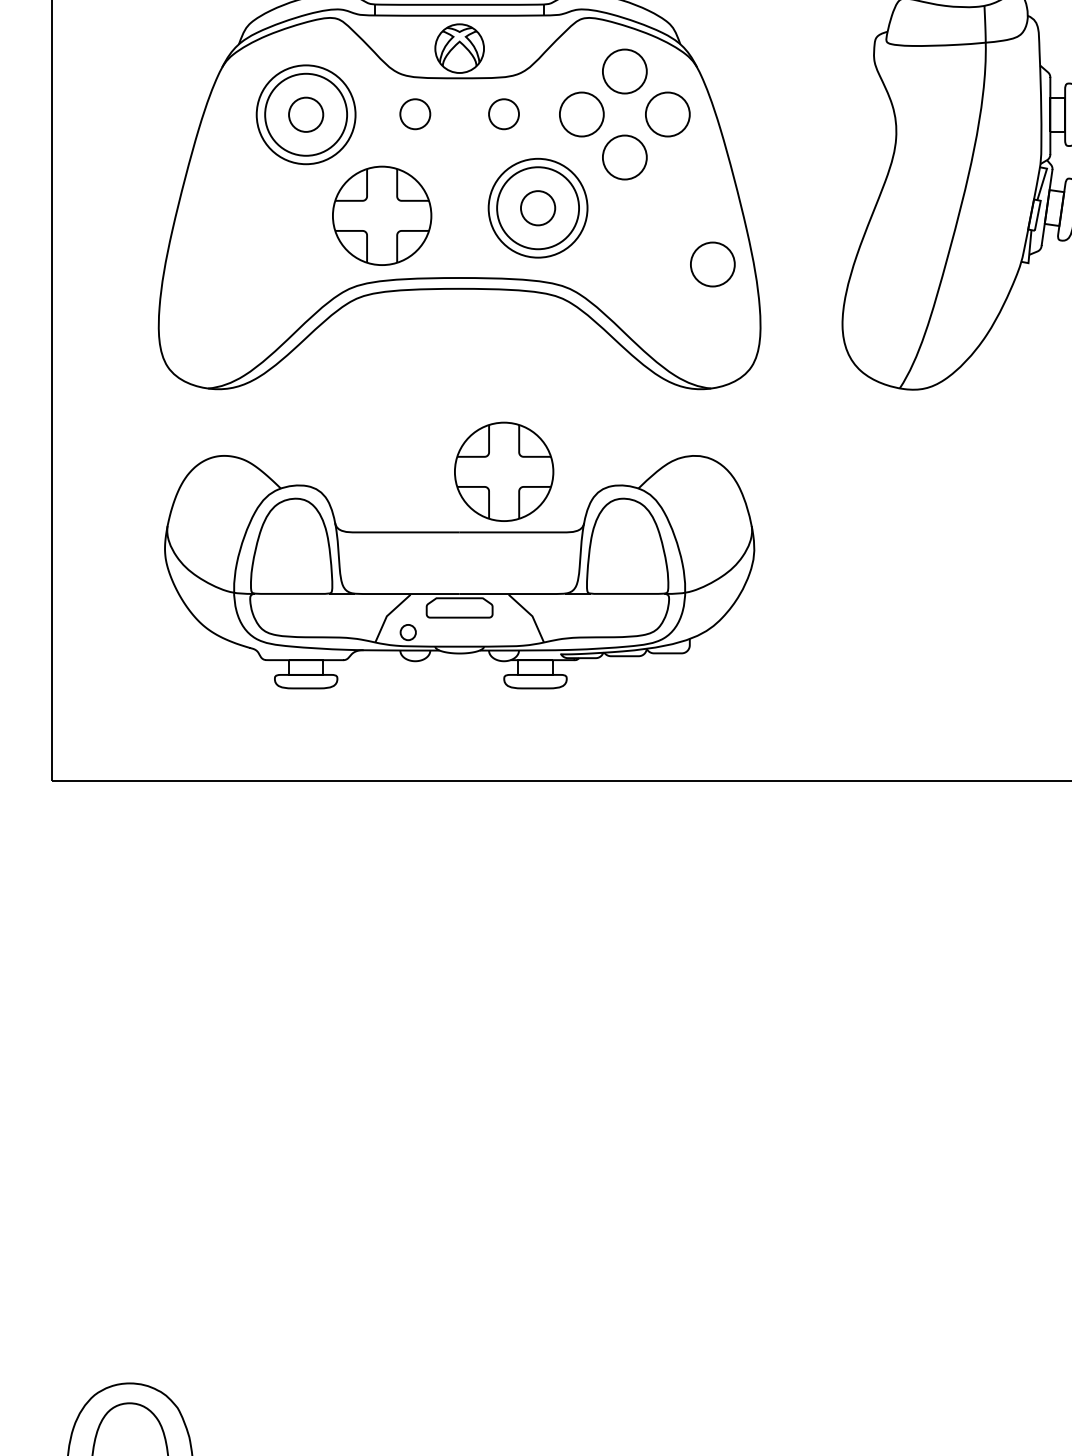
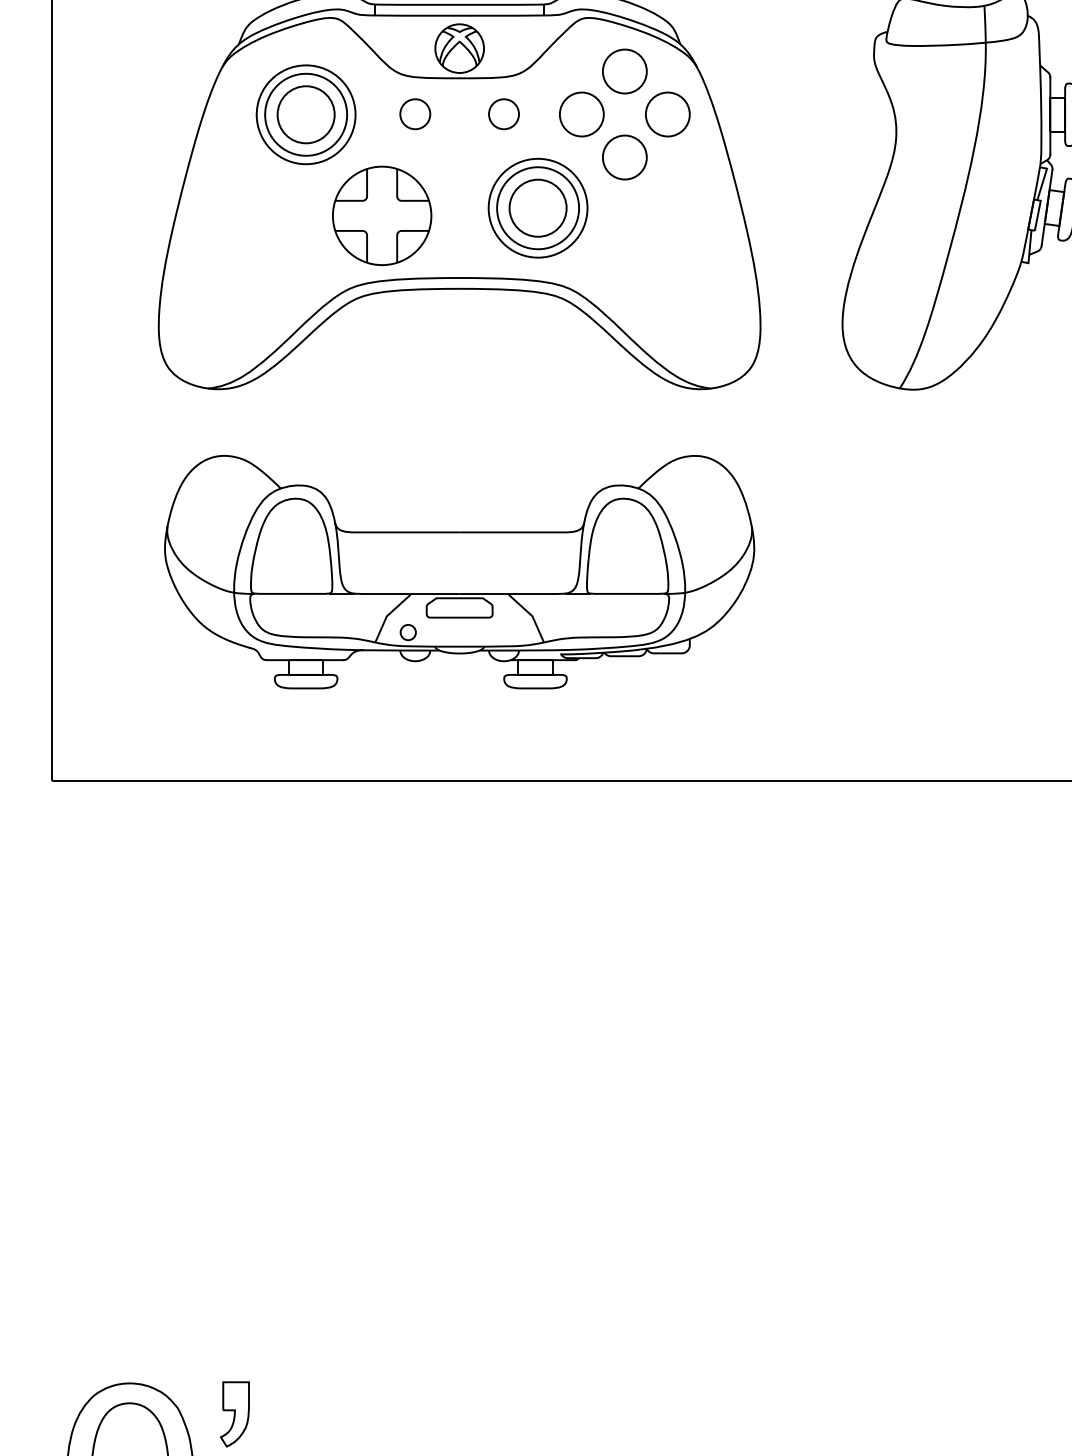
circle at (306, 114) diameter: 34 px -> 57 px
circle at (537, 208) diameter: 34 px -> 57 px
circle at (712, 264): present -> none
part at (504, 471): present -> none
part at (234, 1414): none -> present
